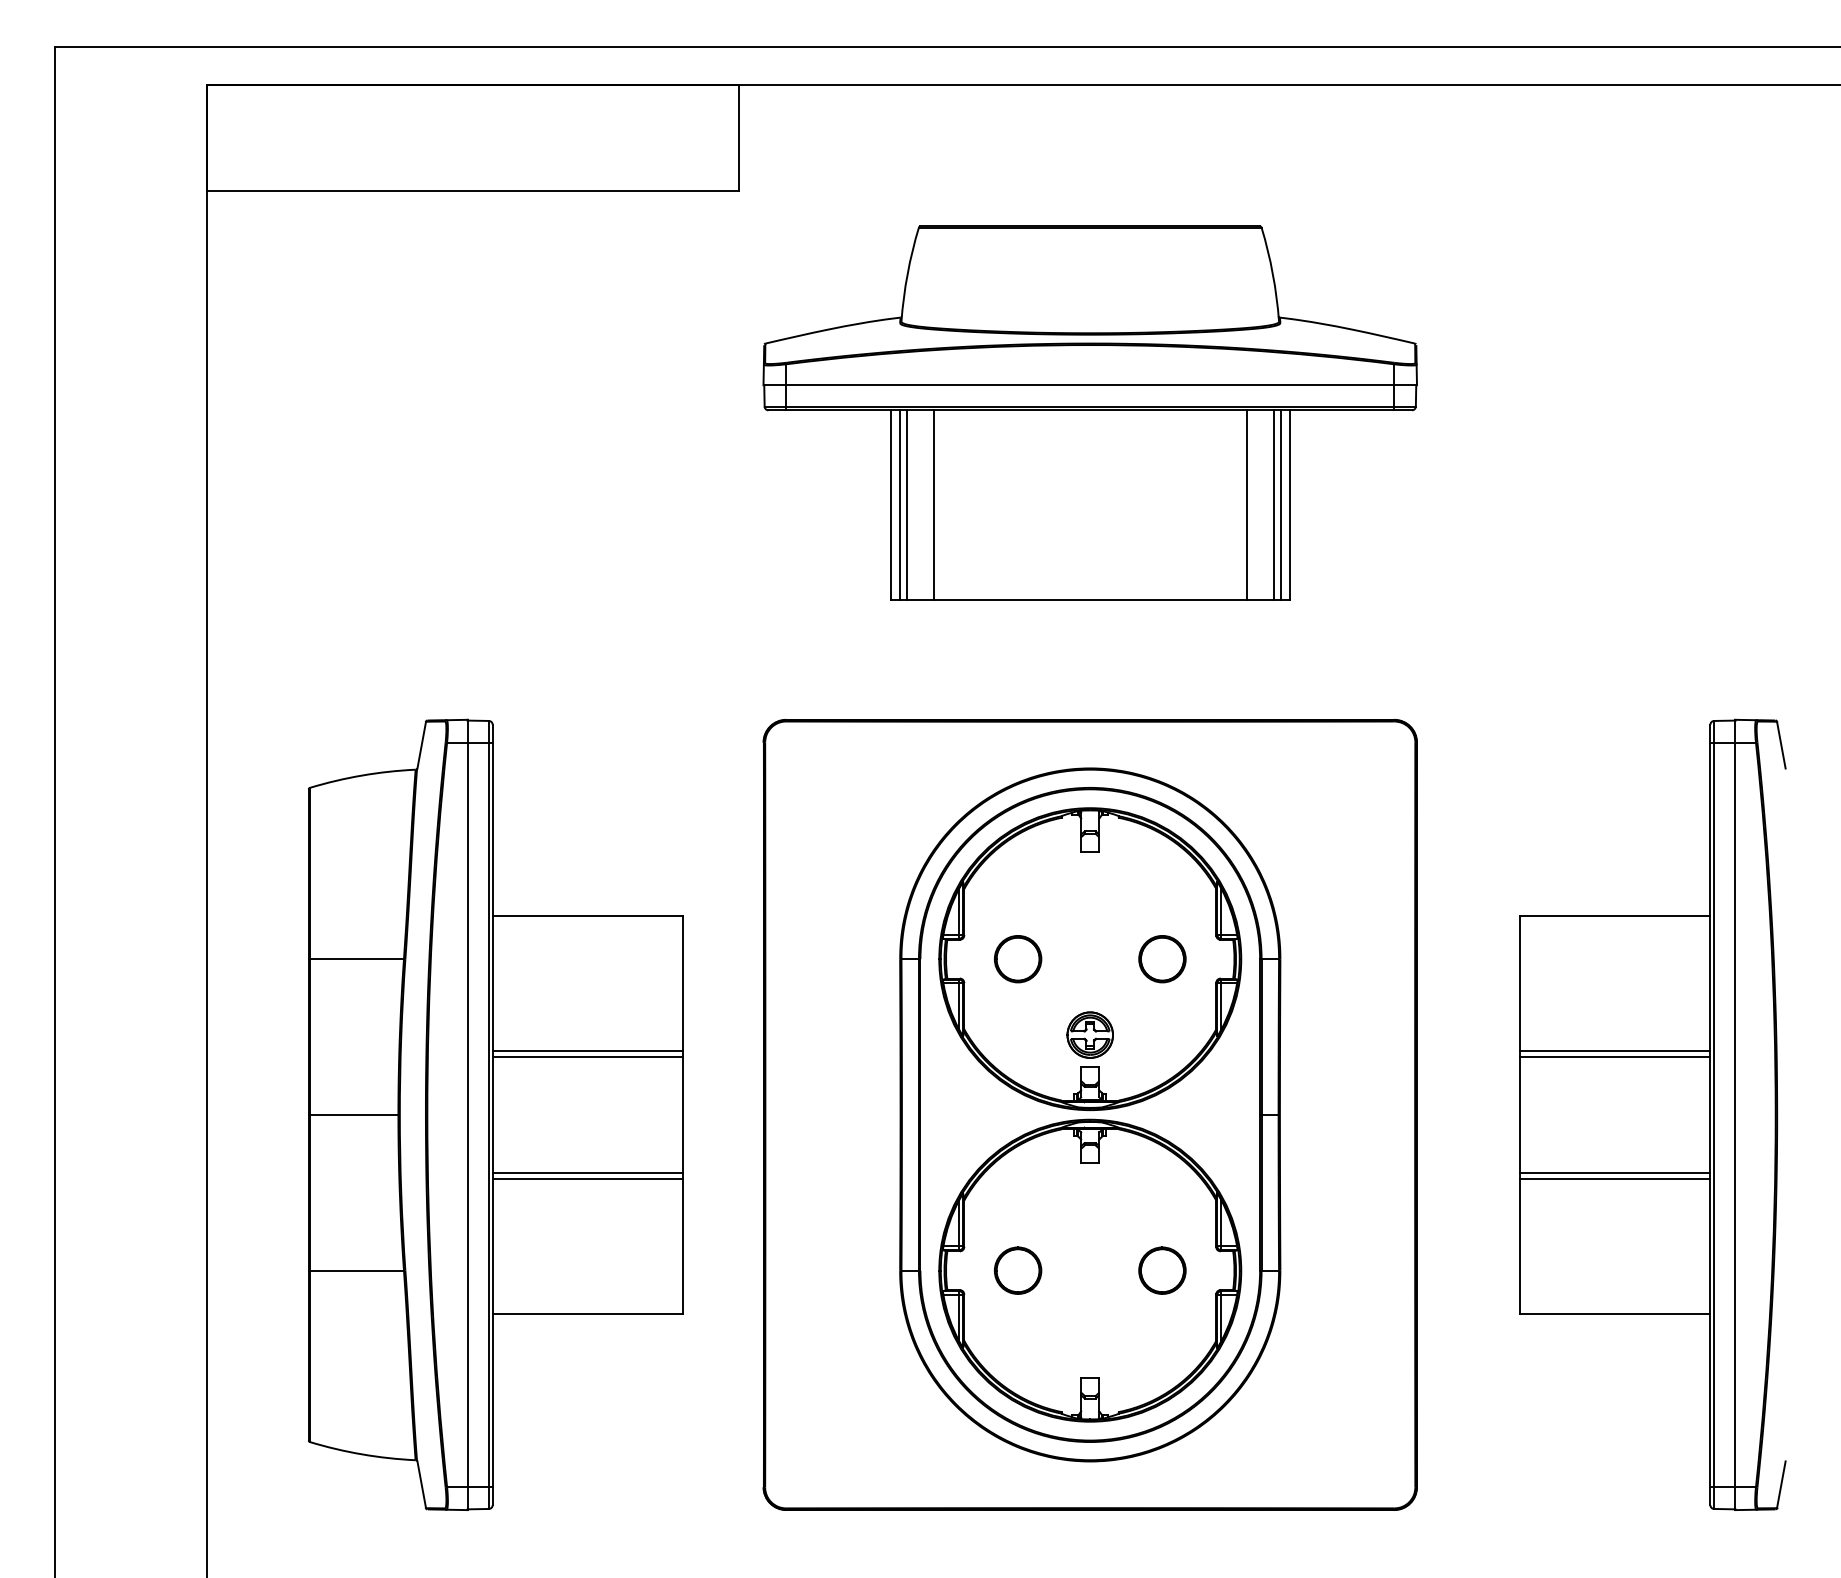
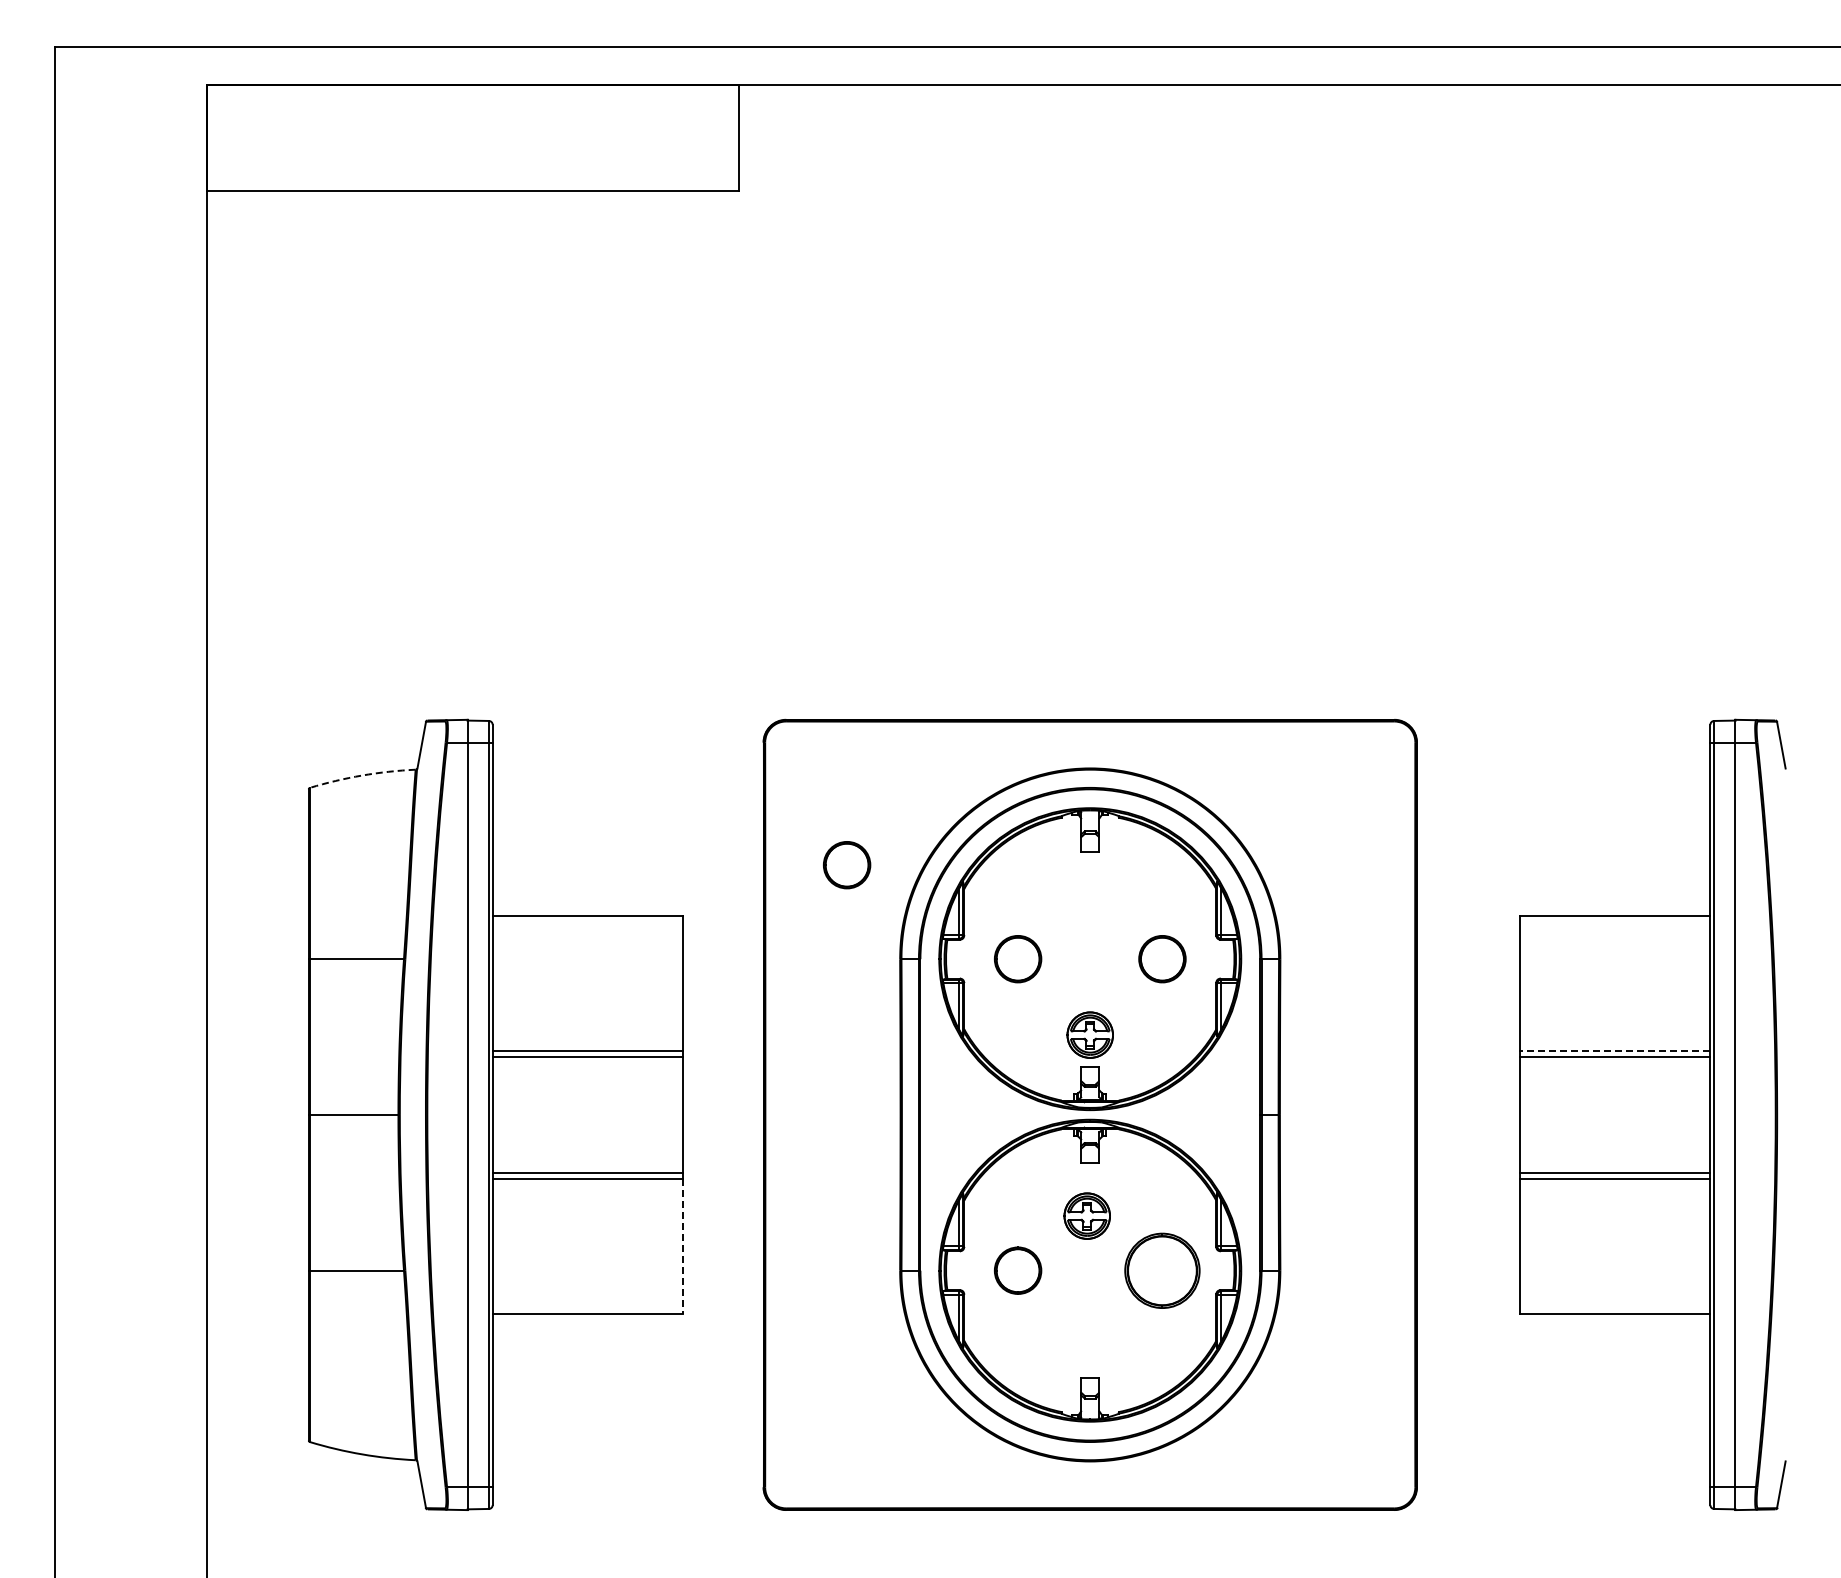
part at (1089, 412): present -> none
arc at (362, 775): solid -> dashed
part at (847, 865): none -> present
line at (1615, 1051): solid -> dashed
part at (1086, 1215): none -> present
line at (682, 1246): solid -> dashed
part at (1162, 1270) size: 49x49 px -> 77x77 px
